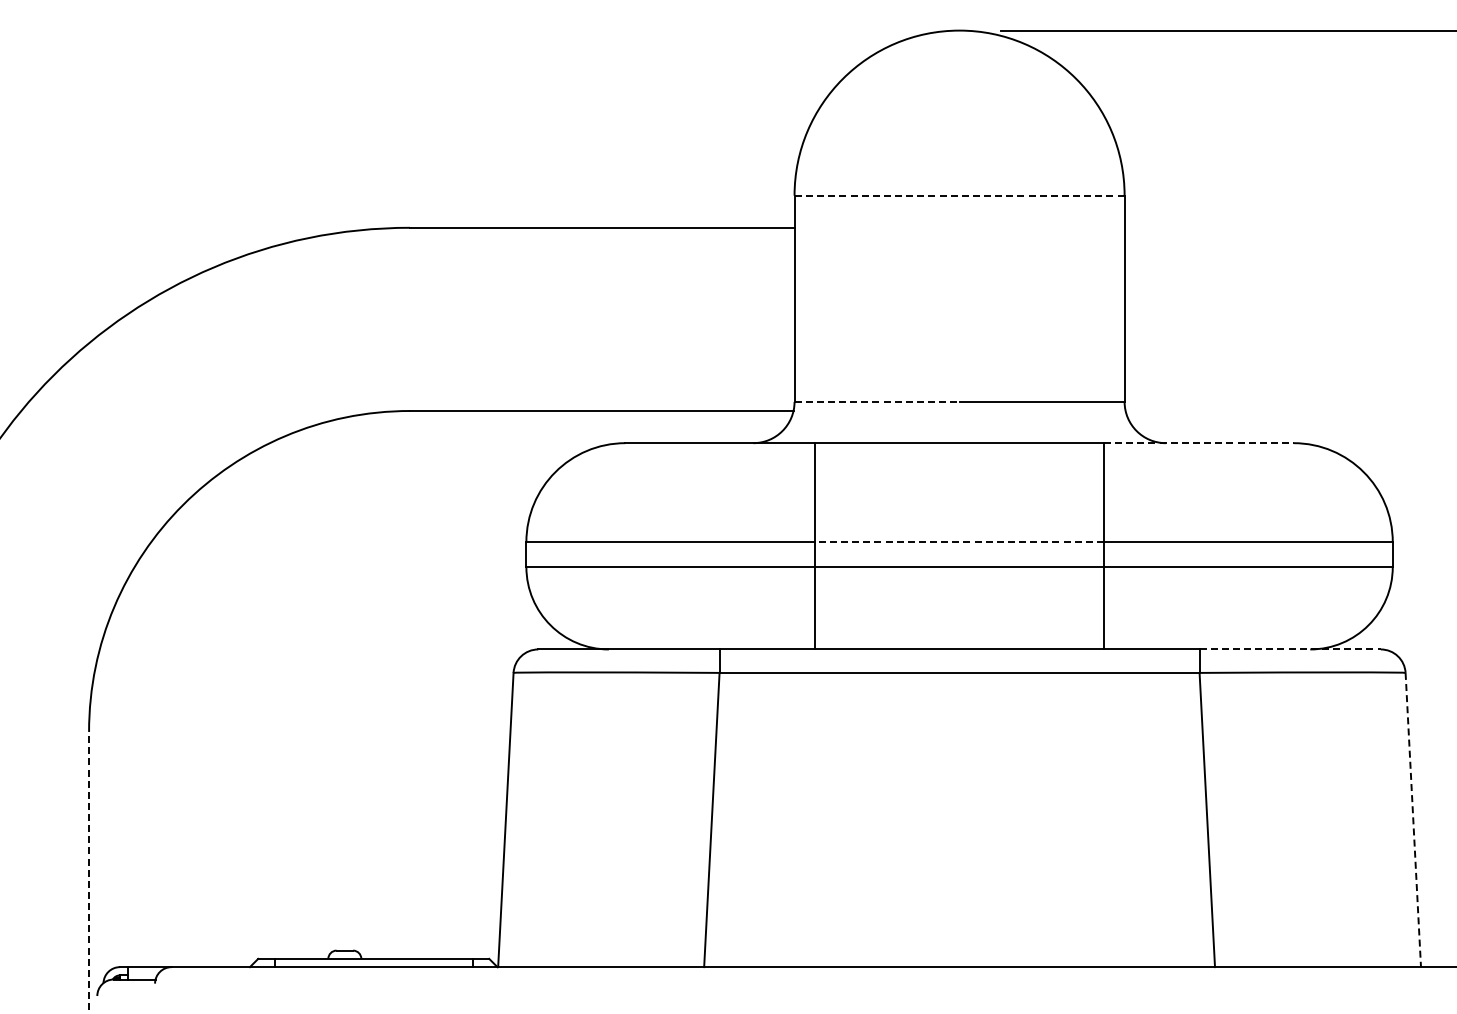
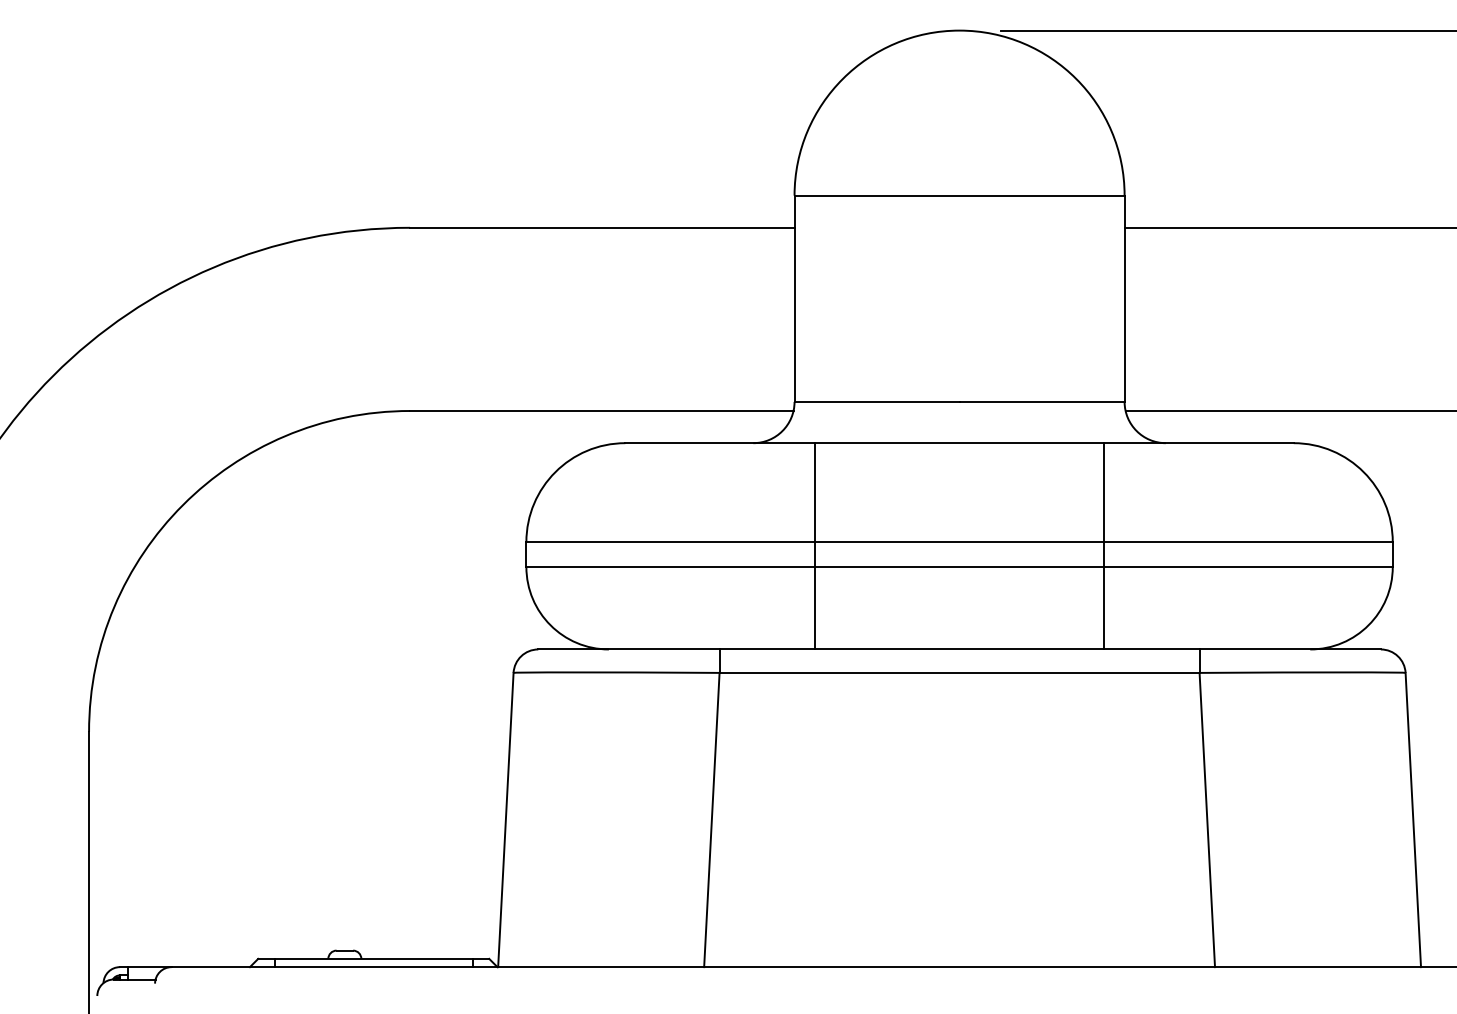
line at (959, 195): dashed -> solid
line at (1288, 227): none -> present
line at (877, 401): dashed -> solid
line at (1289, 411): none -> present
line at (1198, 443): dashed -> solid
line at (959, 542): dashed -> solid
line at (1290, 649): dashed -> solid
line at (1413, 820): dashed -> solid
line at (89, 872): dashed -> solid
